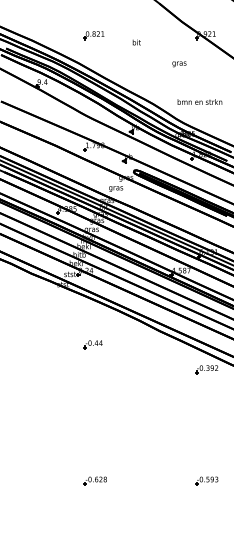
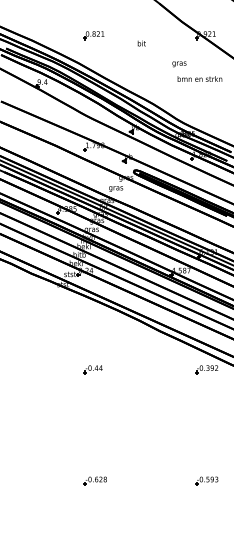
text at (136, 42) position: (136, 42) -> (141, 43)
text at (199, 101) position: (199, 101) -> (199, 78)
part at (92, 344) position: (92, 344) -> (92, 369)
